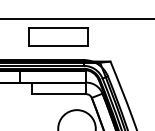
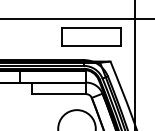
part at (58, 36) position: (58, 36) -> (91, 36)
line at (135, 64): none -> present
